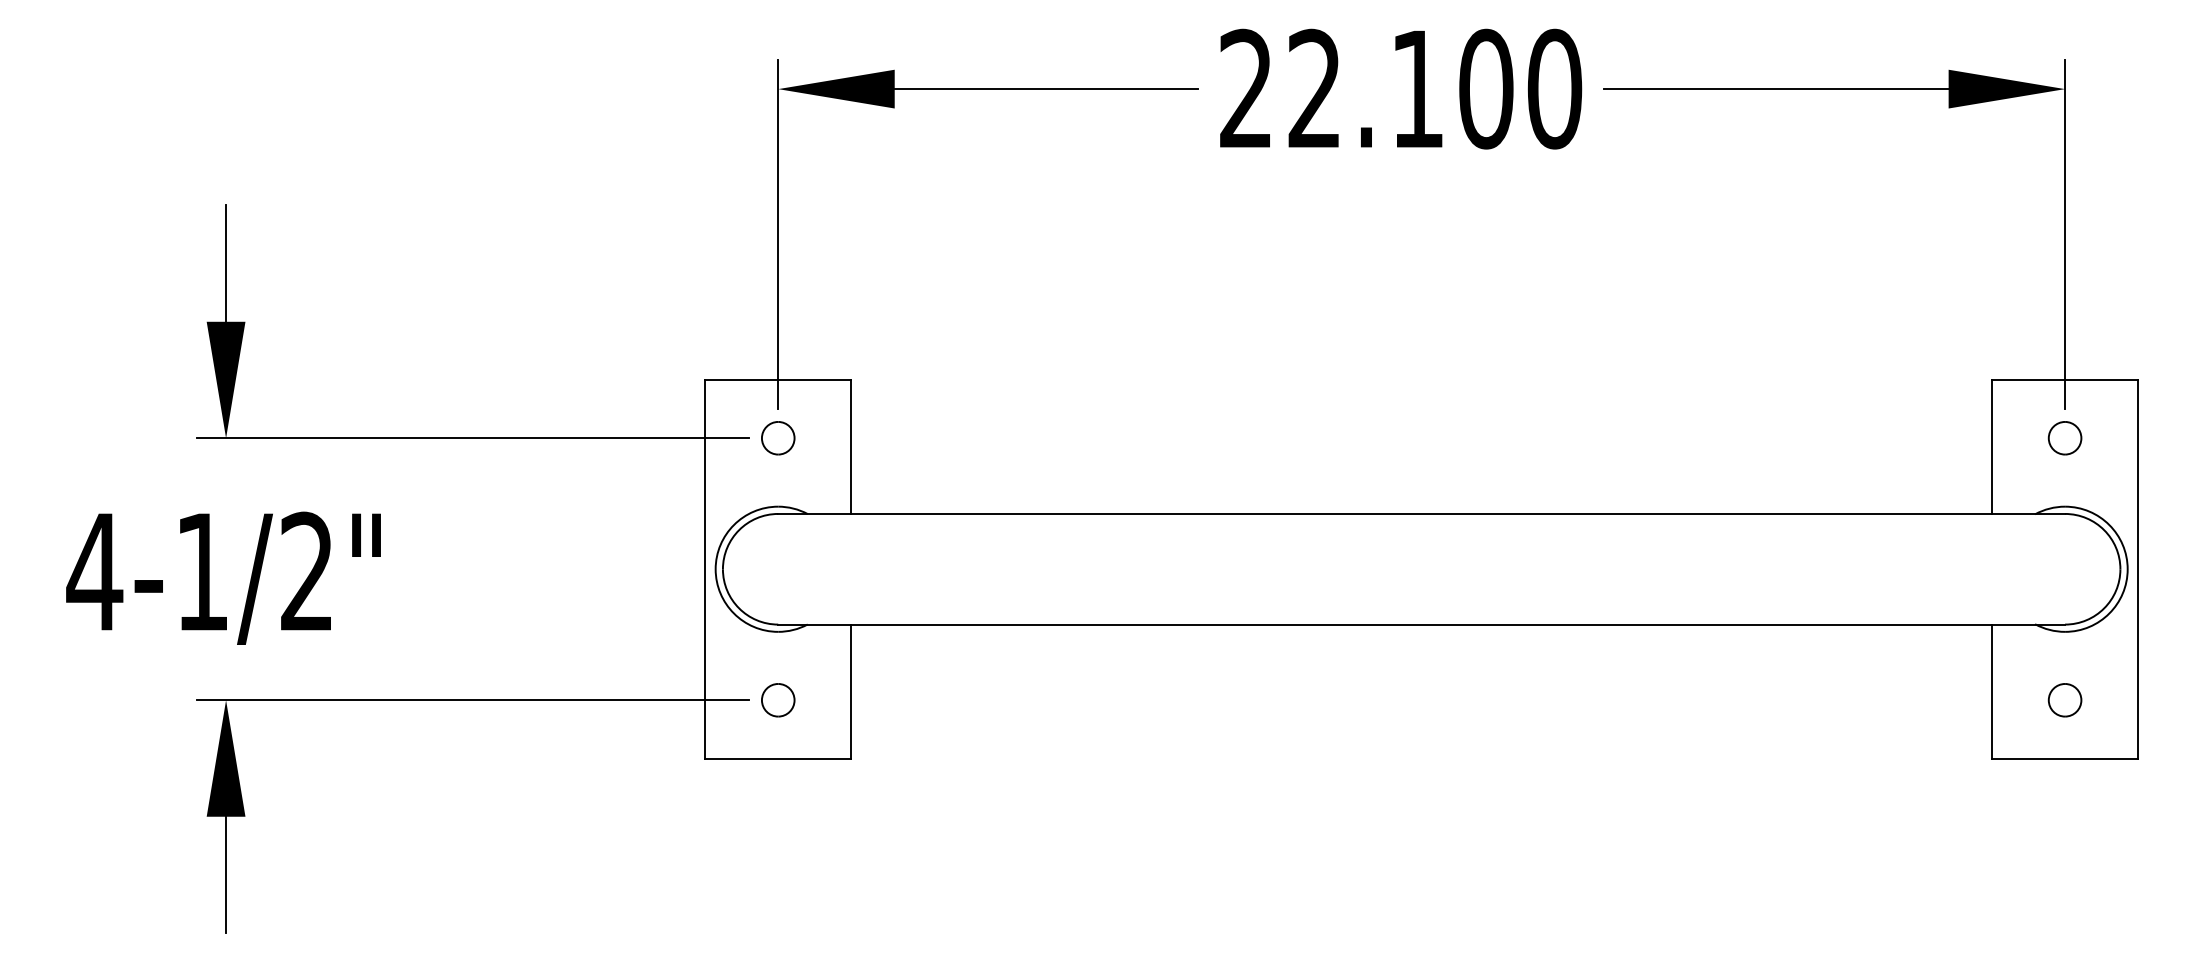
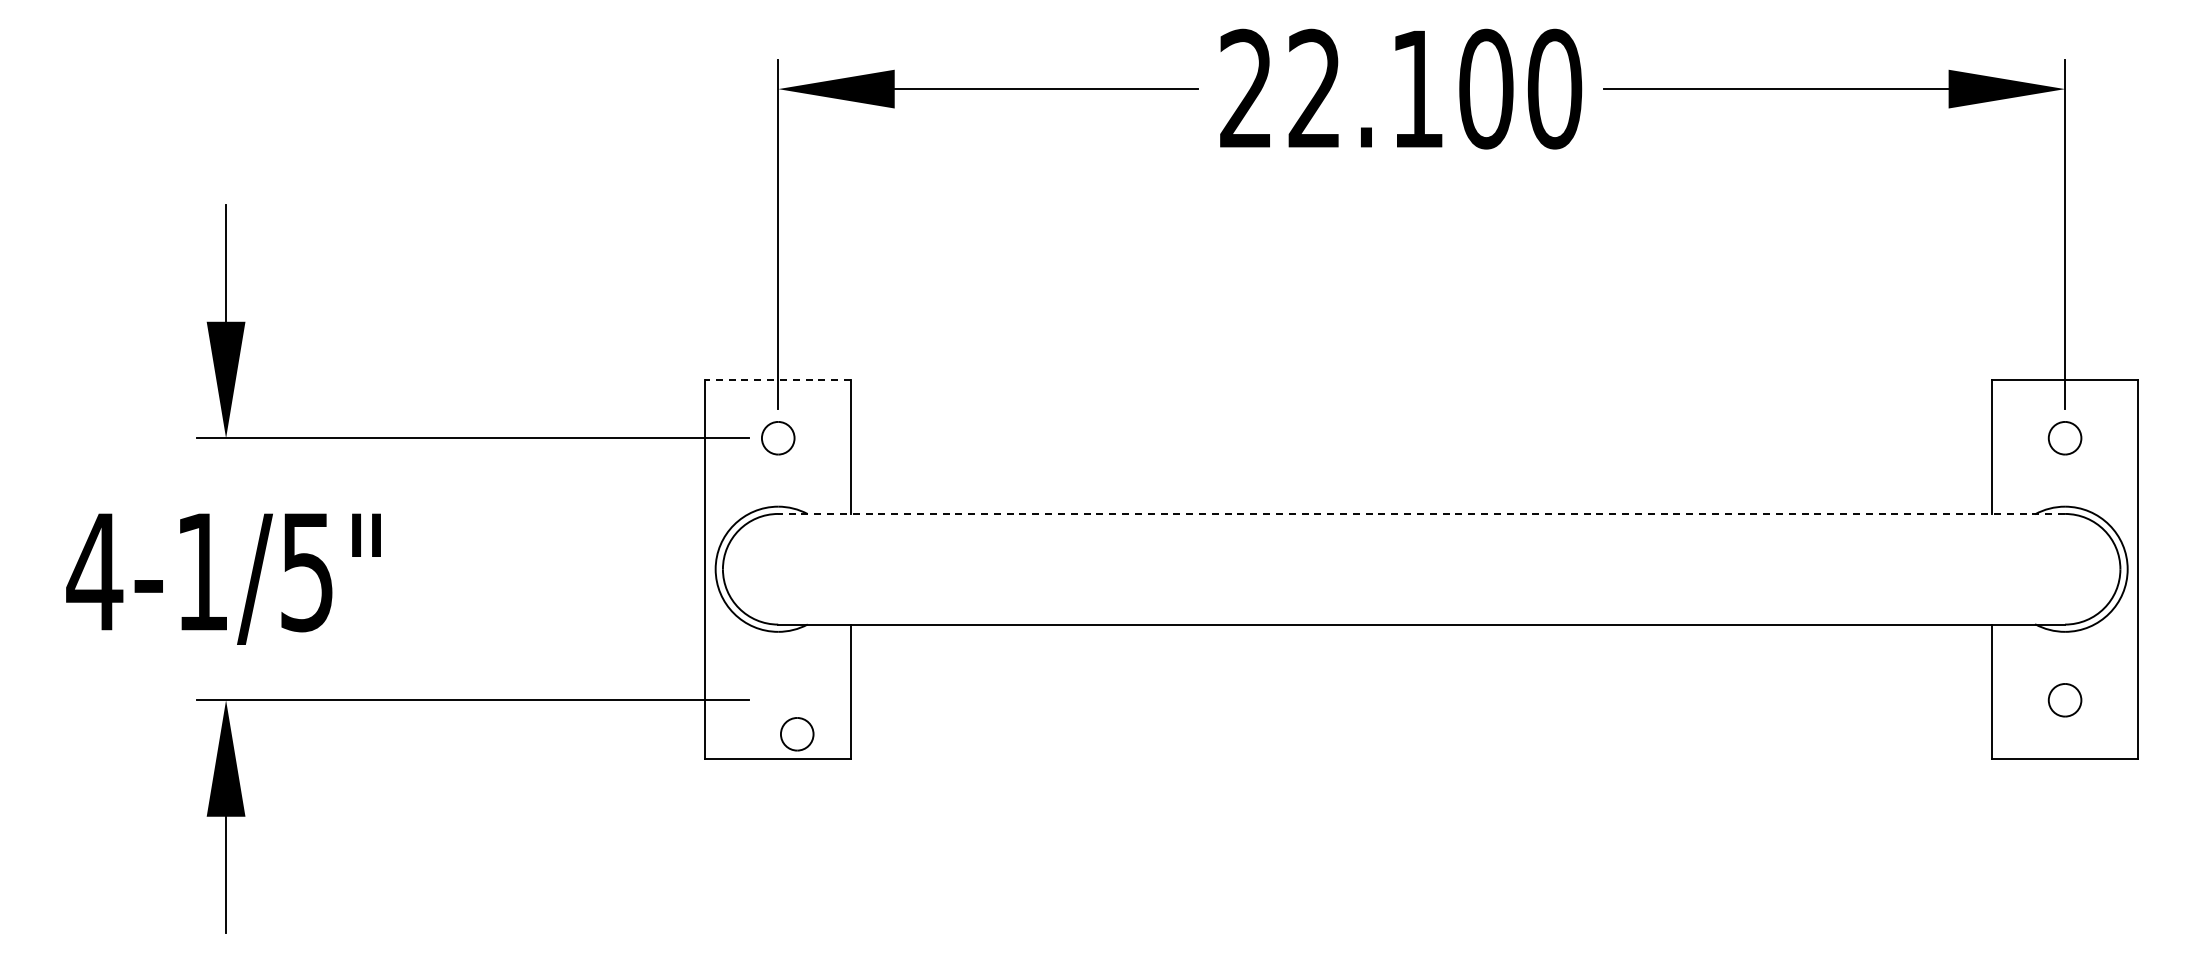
line at (778, 380): solid -> dashed
line at (1421, 513): solid -> dashed
text at (306, 571): 4-1/2" -> 4-1/5"
part at (778, 700) position: (778, 700) -> (797, 734)
